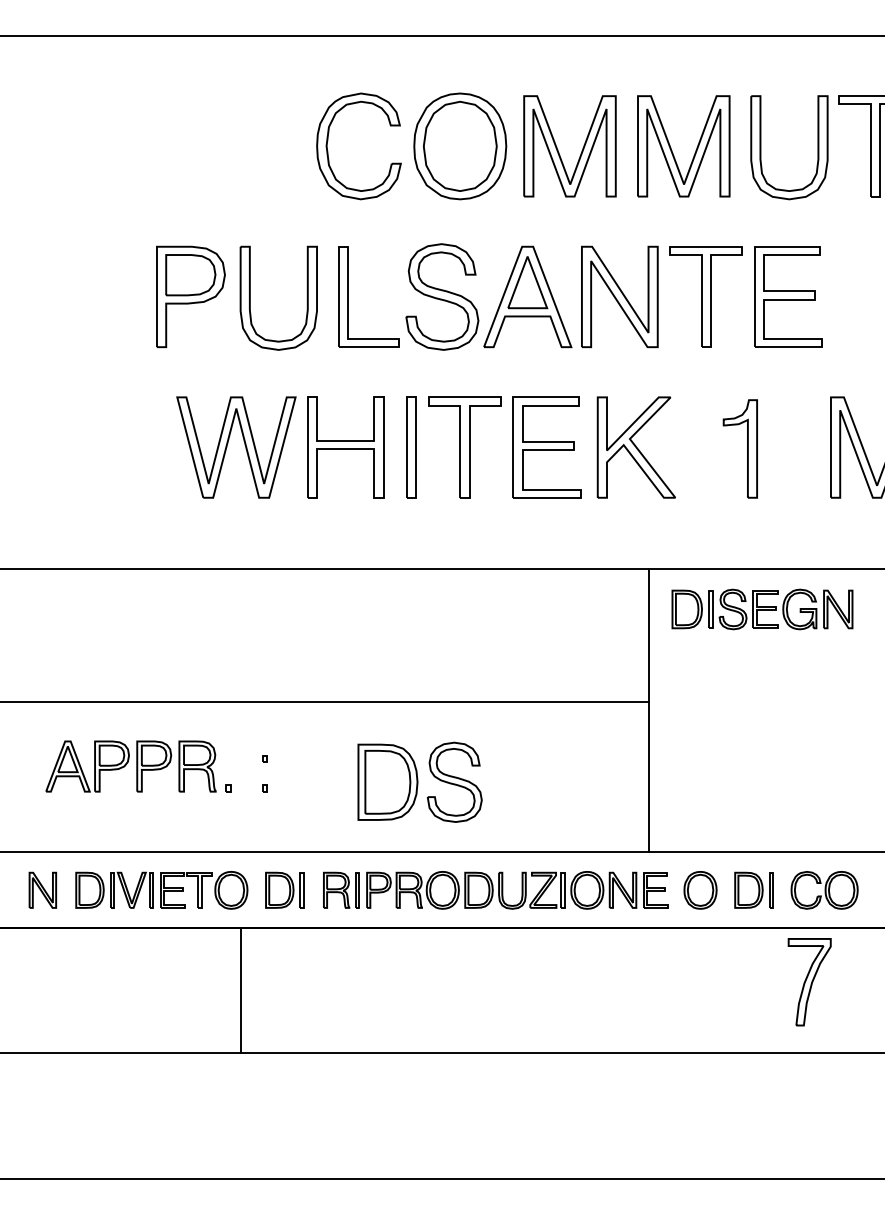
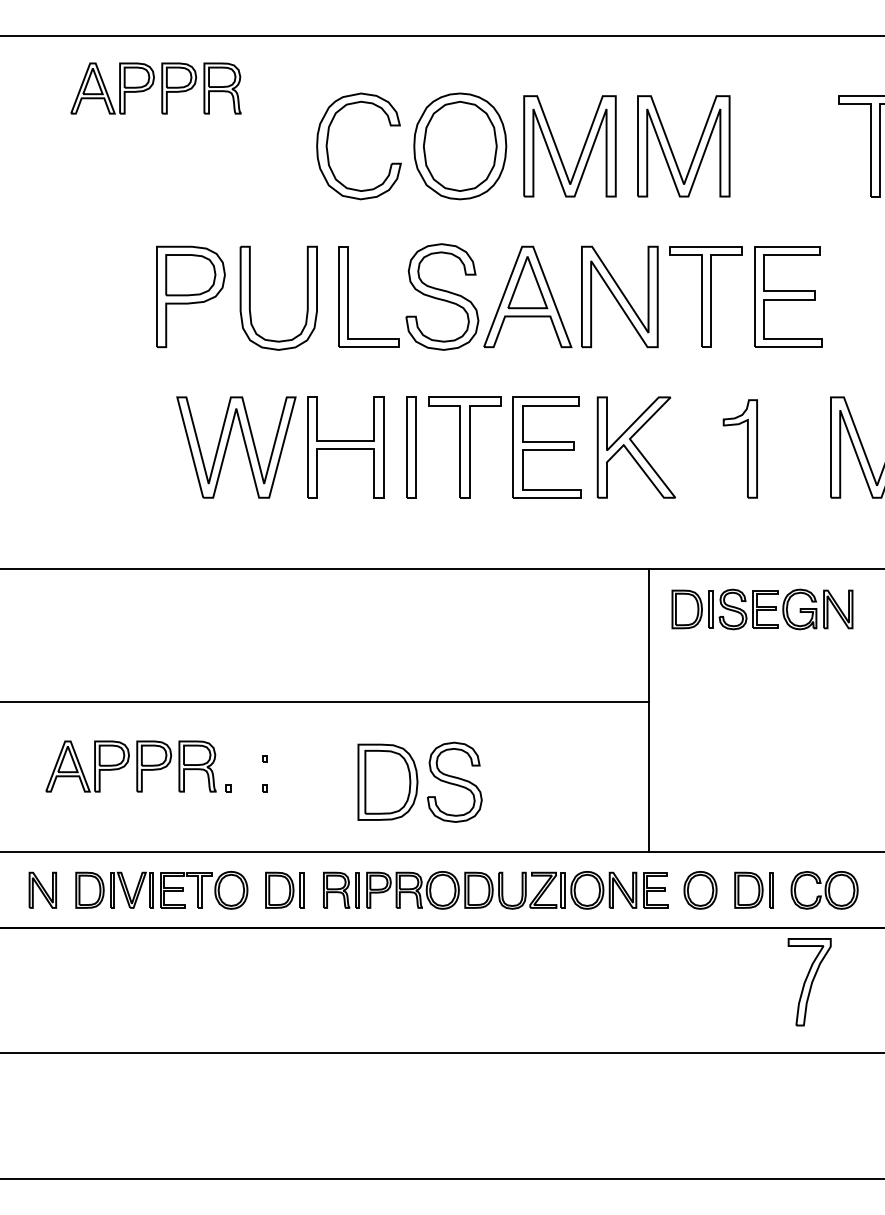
part at (155, 88): none -> present
part at (761, 147): present -> none
line at (241, 990): present -> none
